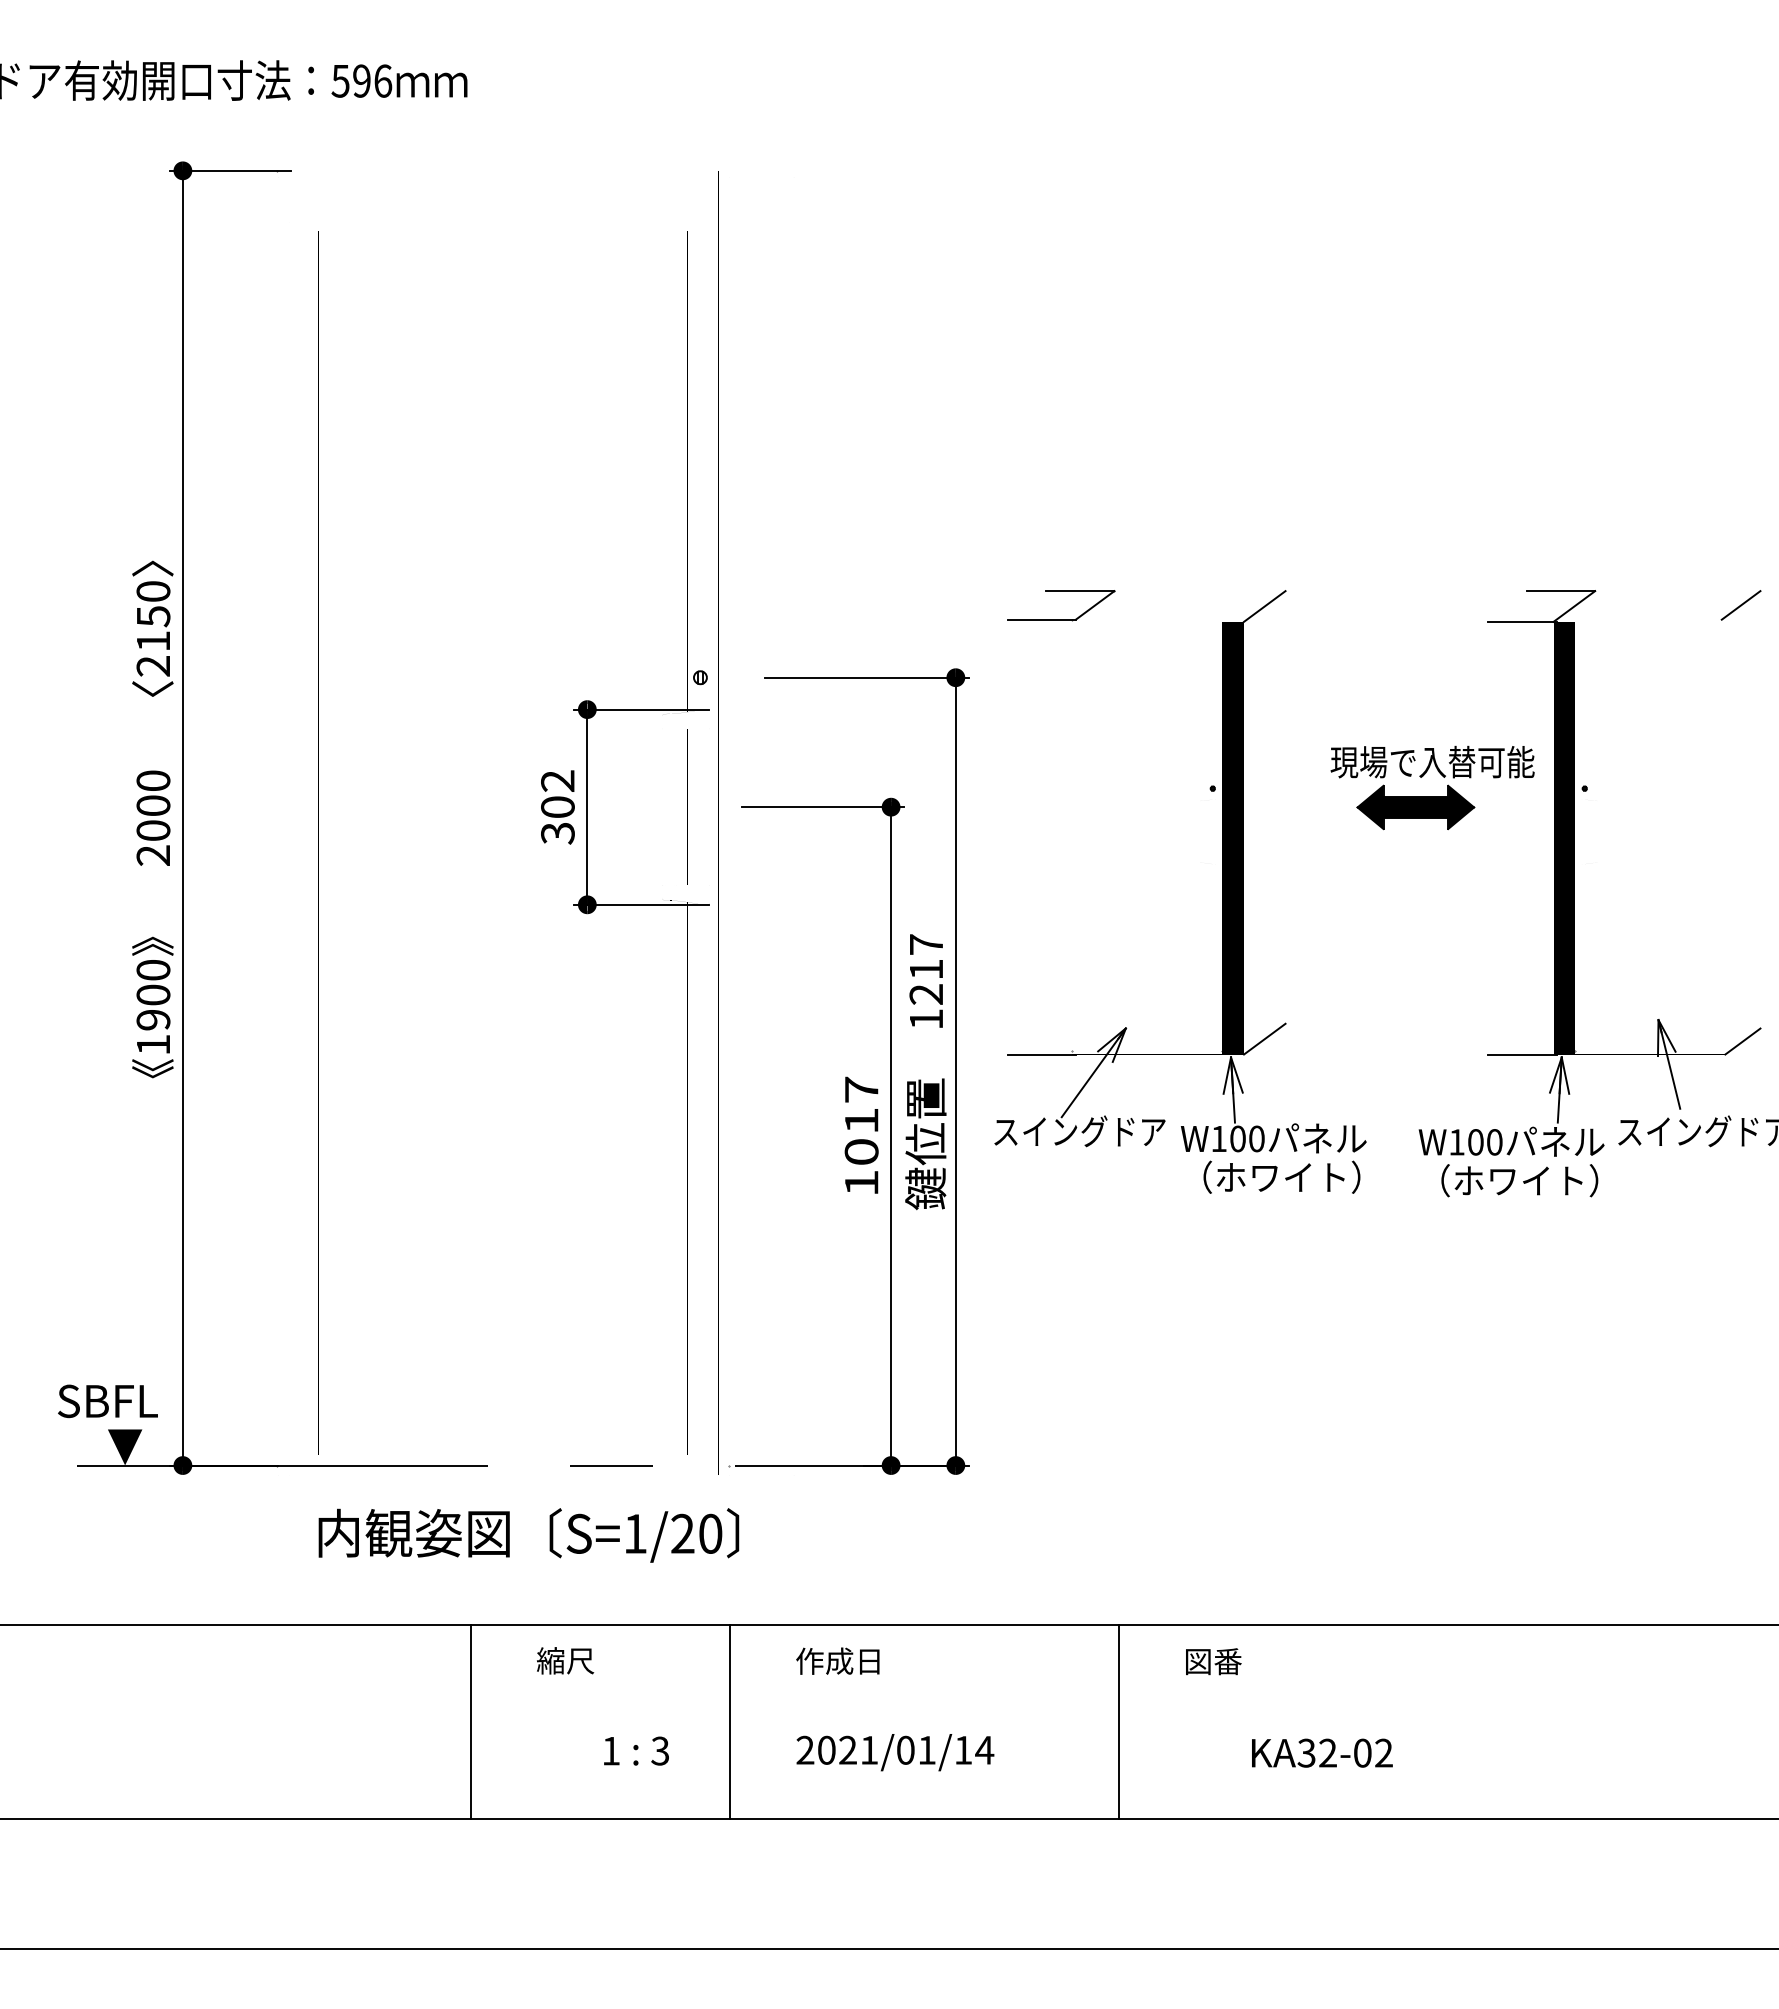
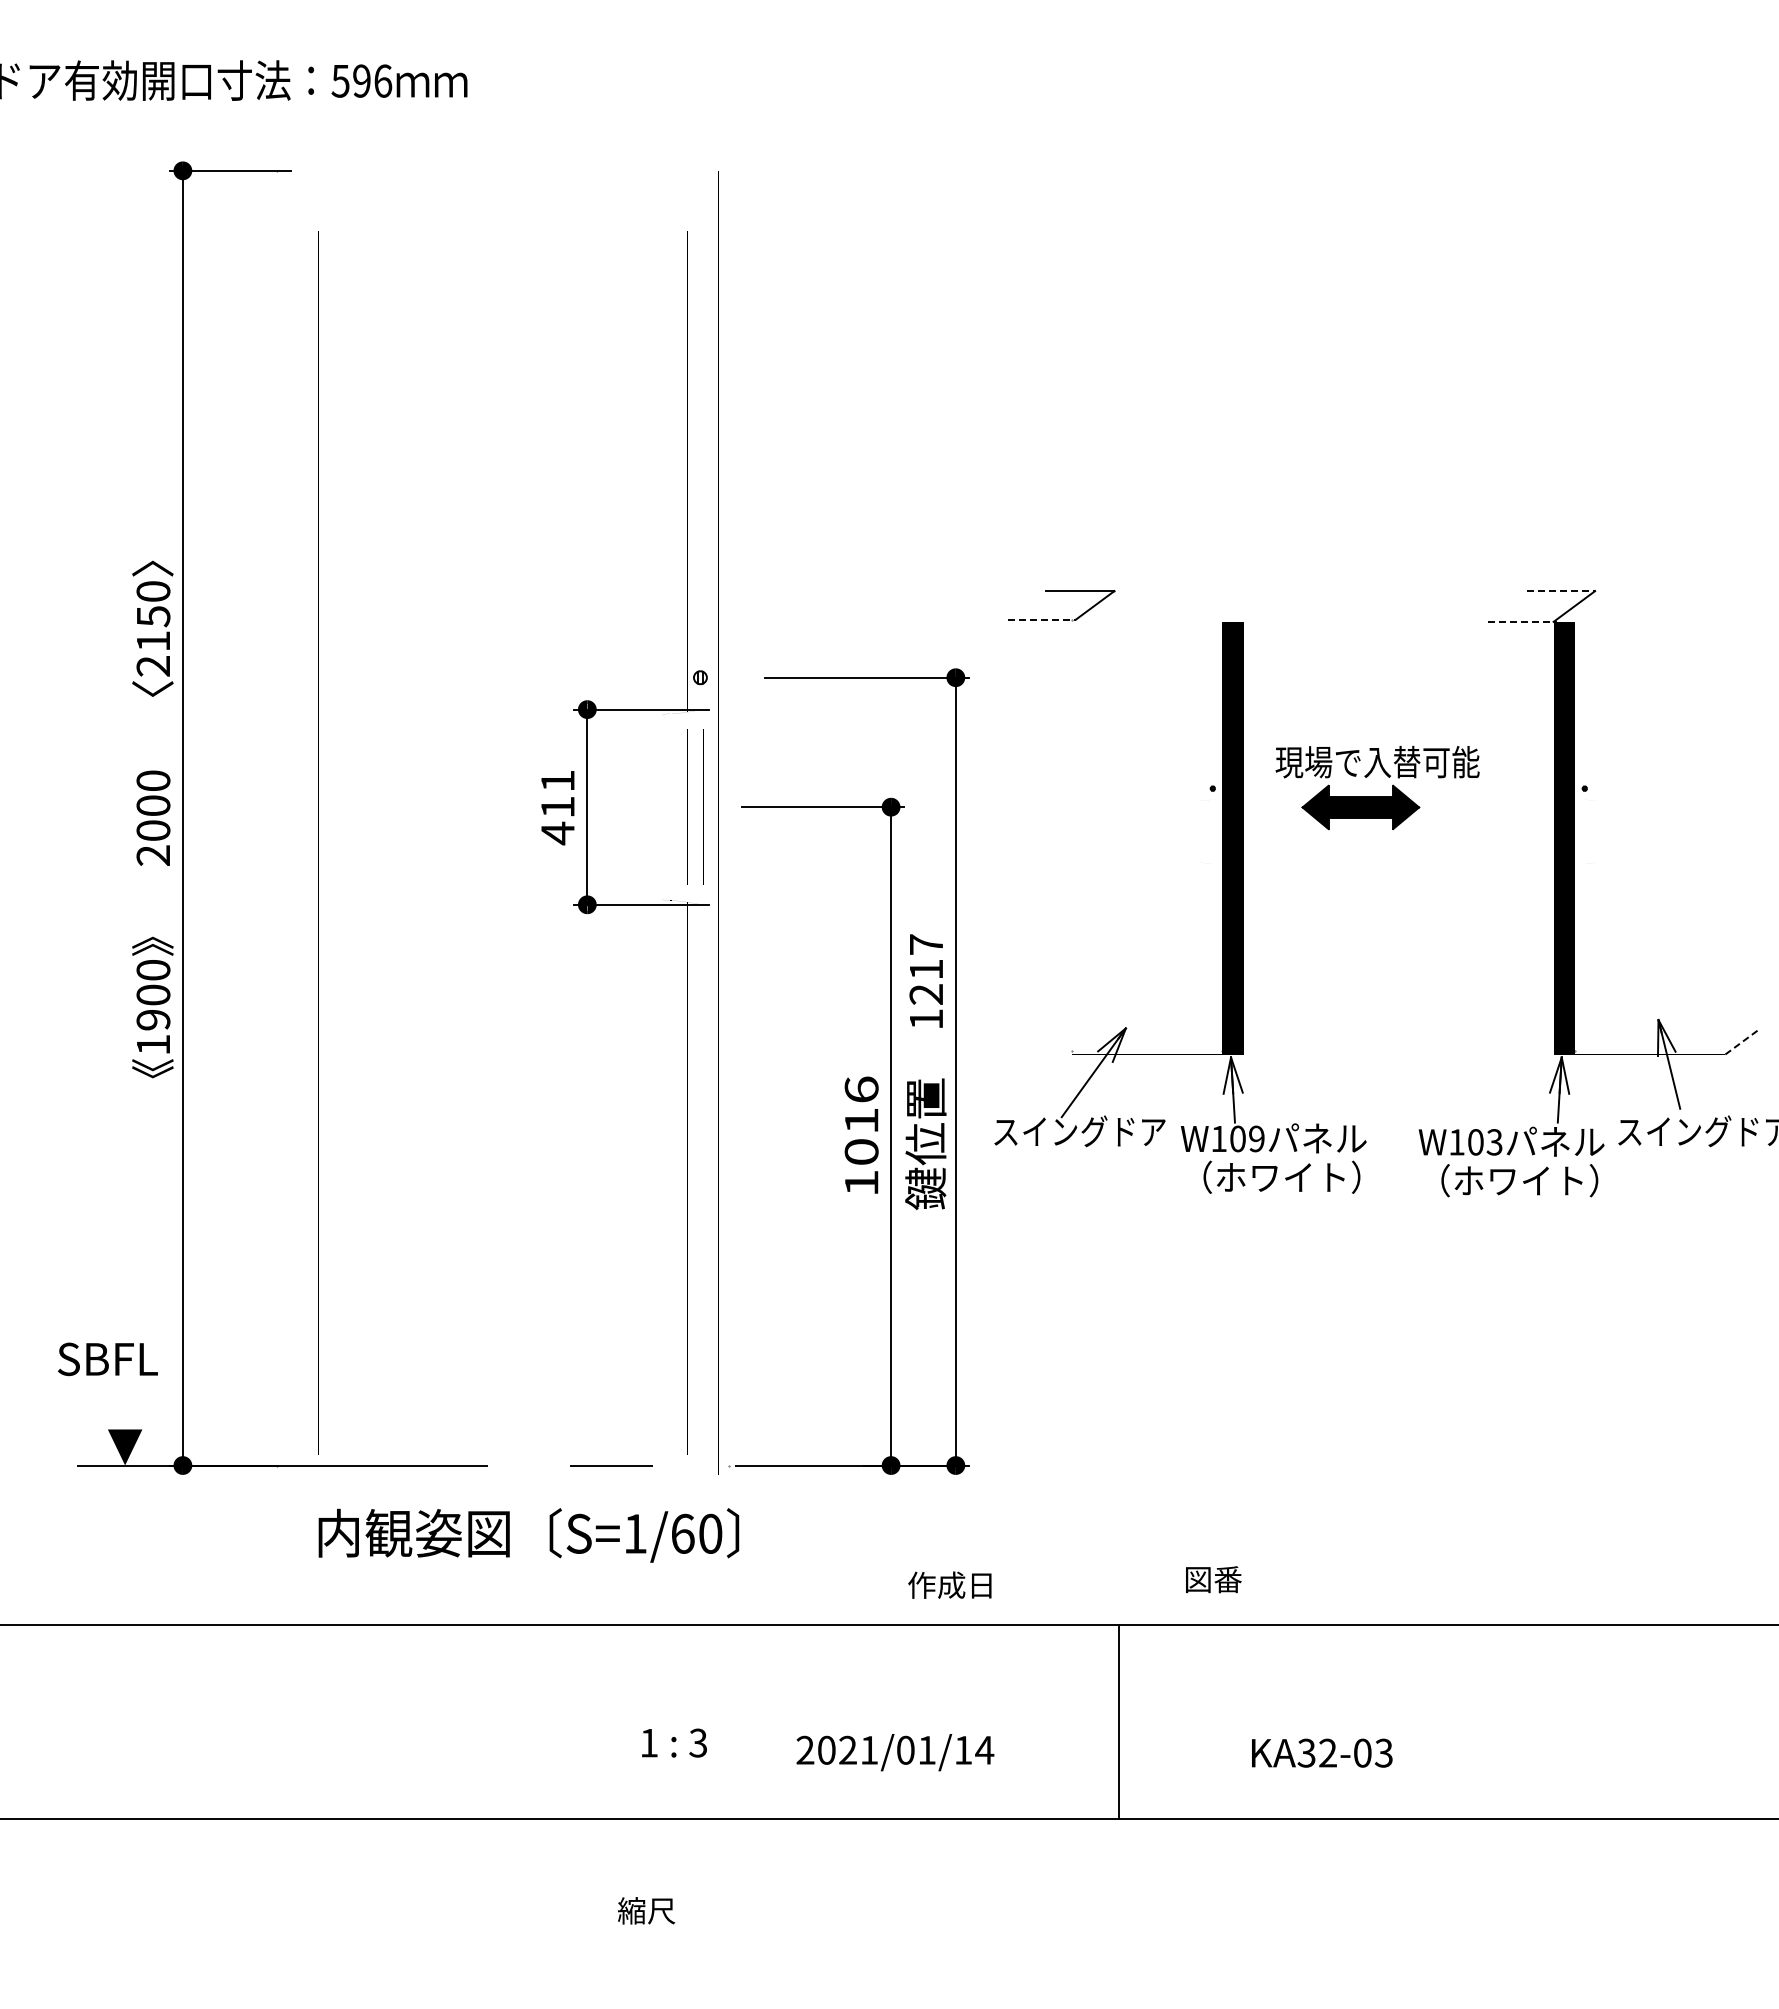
line at (1561, 591): solid -> dashed
line at (1740, 605): present -> none
line at (1264, 606): present -> none
line at (1042, 619): solid -> dashed
line at (1522, 621): solid -> dashed
part at (1432, 796) position: (1432, 796) -> (1377, 796)
line at (703, 806): none -> present
text at (557, 807): 302 -> 411
line at (1264, 1038): present -> none
line at (1742, 1041): solid -> dashed
line at (1041, 1054): present -> none
line at (1522, 1054): present -> none
text at (861, 1089): 1017 -> 1016
text at (1256, 1138): W100 -> W109
text at (1494, 1142): W100 -> W103
text at (107, 1401) position: (107, 1401) -> (107, 1359)
text at (682, 1533): S=1/20 -> S=1/60
text at (565, 1660) position: (565, 1660) -> (646, 1910)
text at (837, 1660) position: (837, 1660) -> (949, 1584)
text at (1213, 1661) position: (1213, 1661) -> (1213, 1579)
line at (471, 1722): present -> none
line at (730, 1722): present -> none
text at (636, 1750) position: (636, 1750) -> (674, 1742)
text at (1383, 1753): KA32-02 -> KA32-03
line at (888, 1948): present -> none
